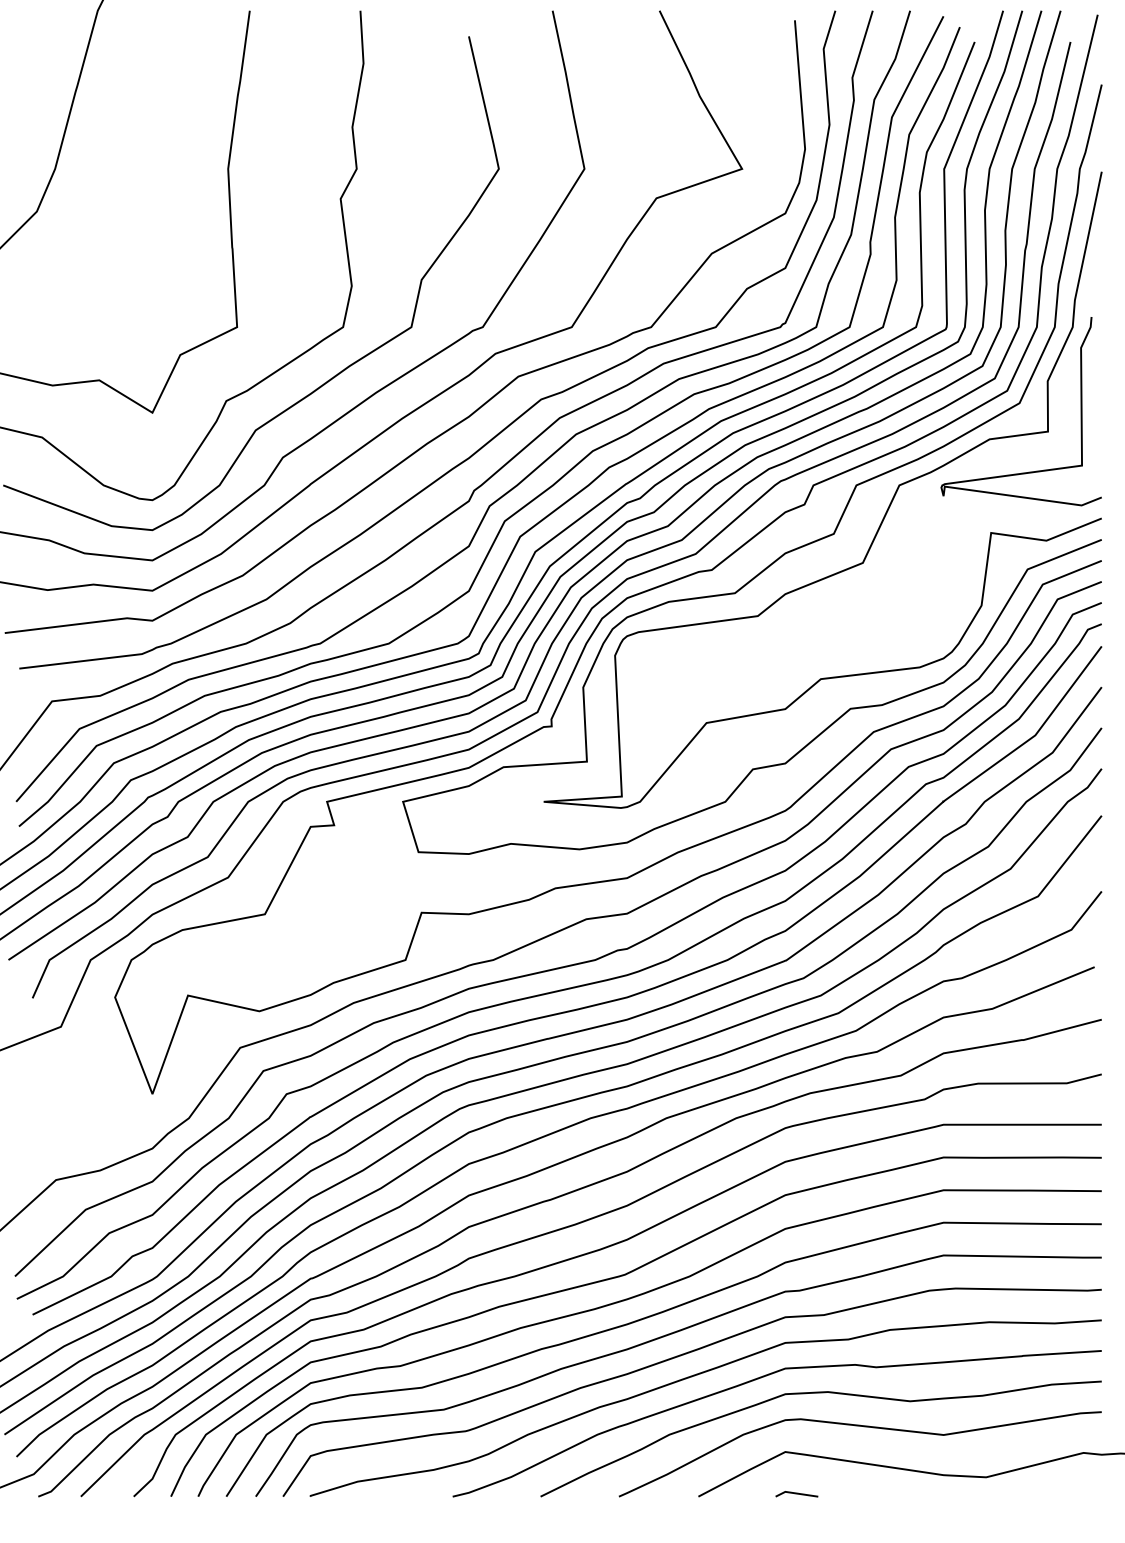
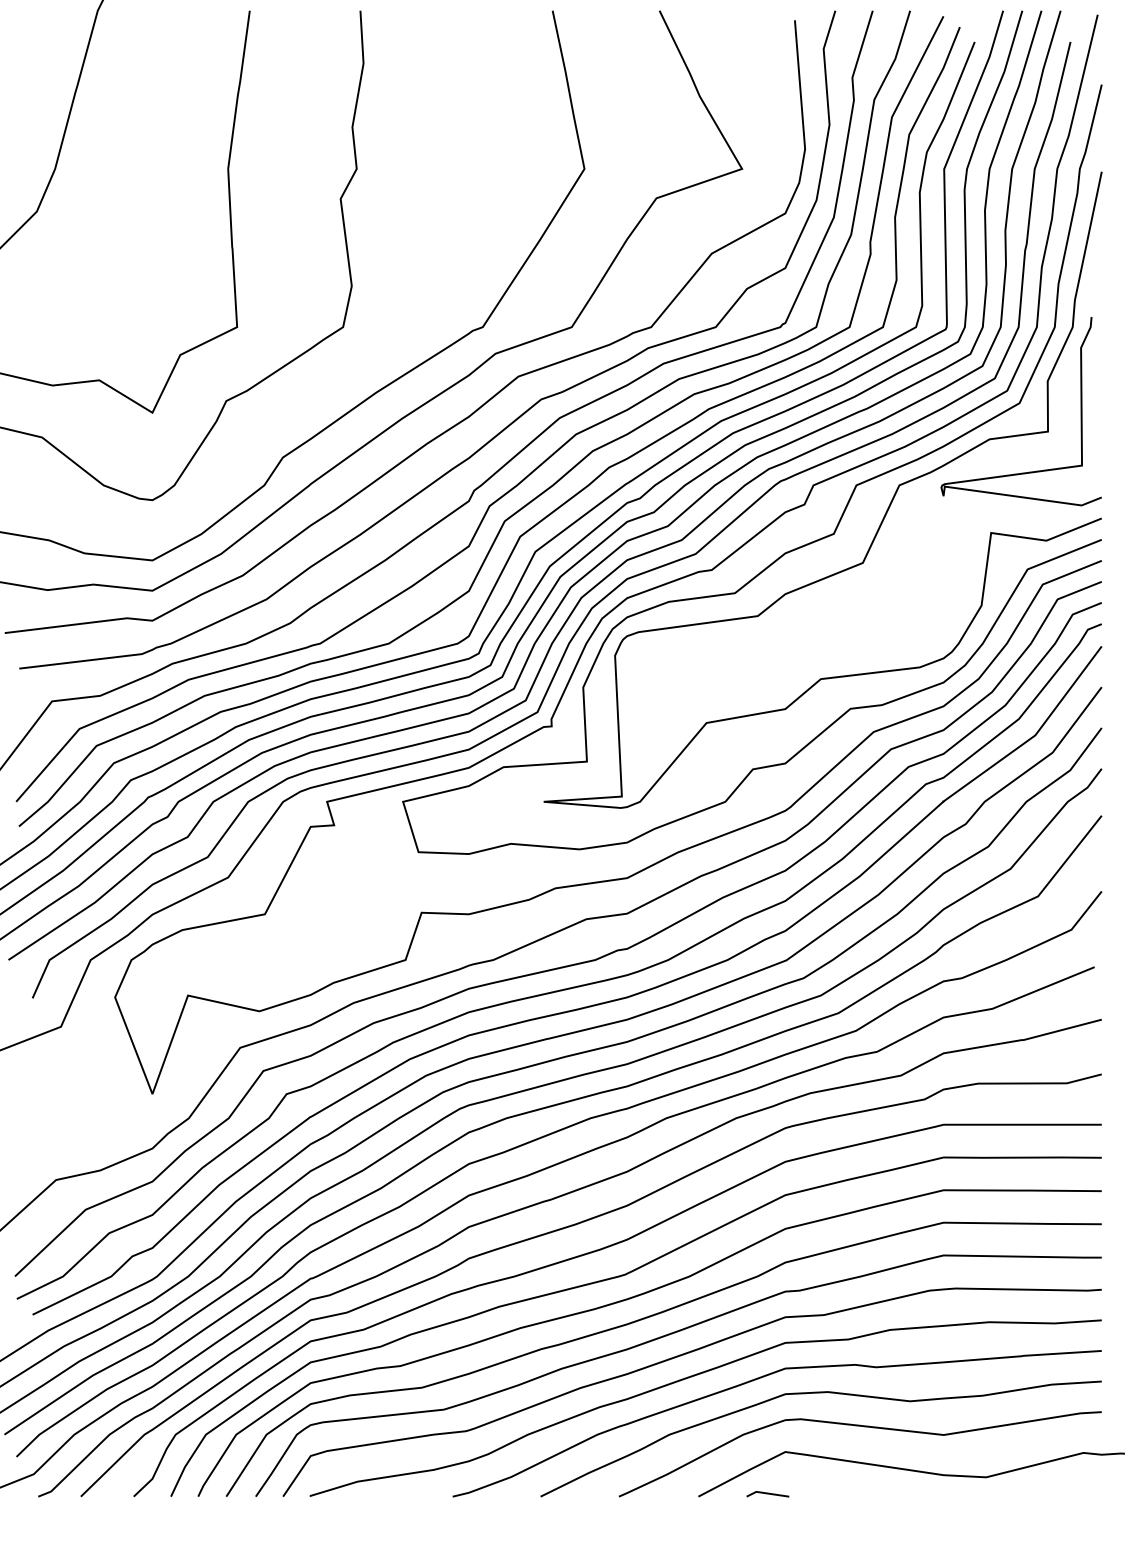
curve at (324, 382): present -> none
line at (796, 1494) position: (796, 1494) -> (767, 1494)
